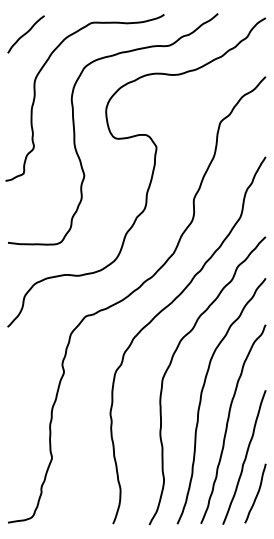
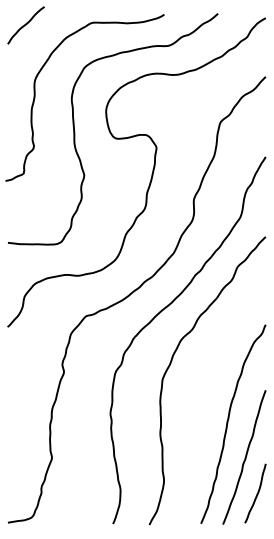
curve at (25, 34) position: (25, 34) -> (25, 25)
curve at (201, 401): present -> none
